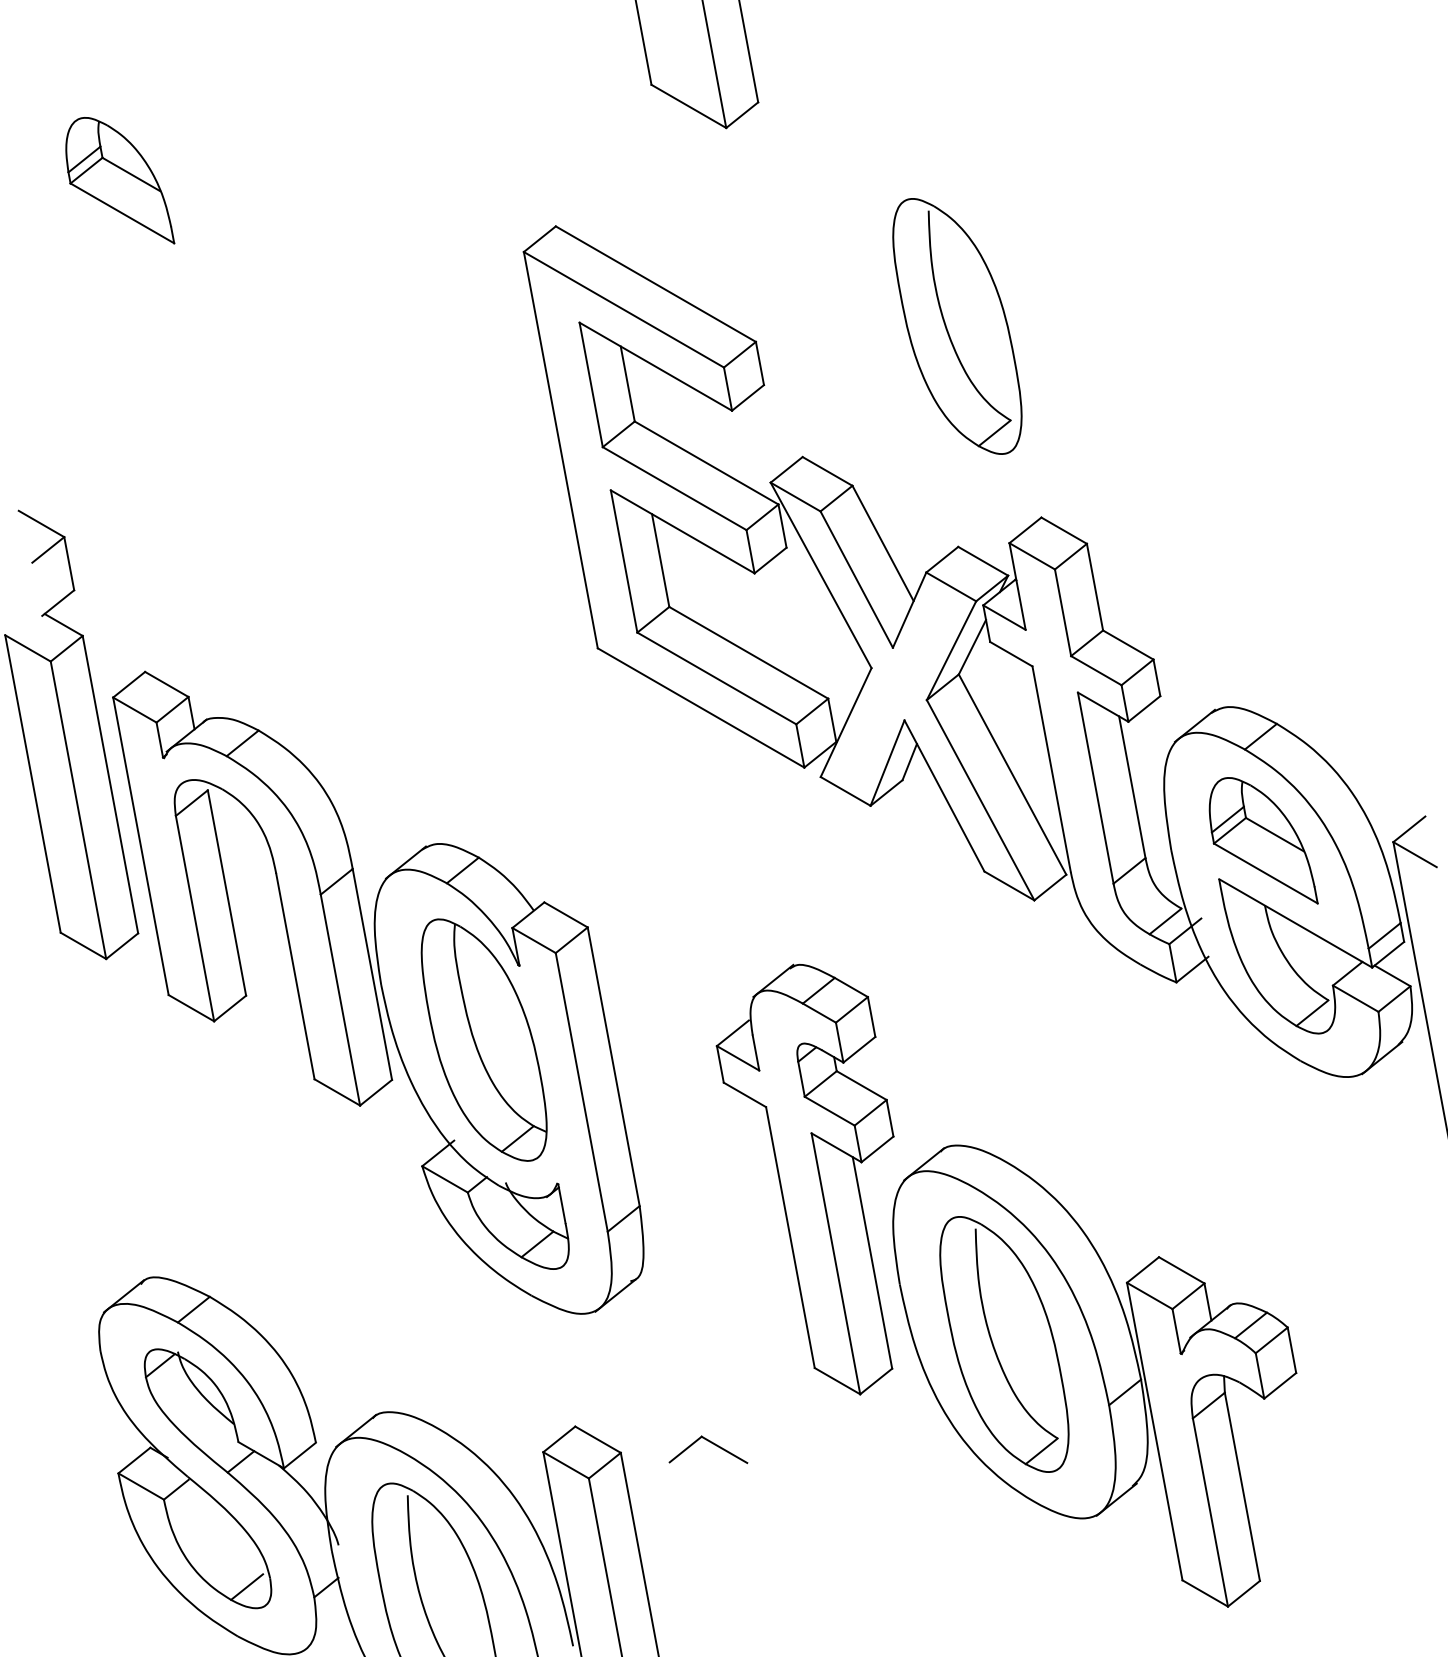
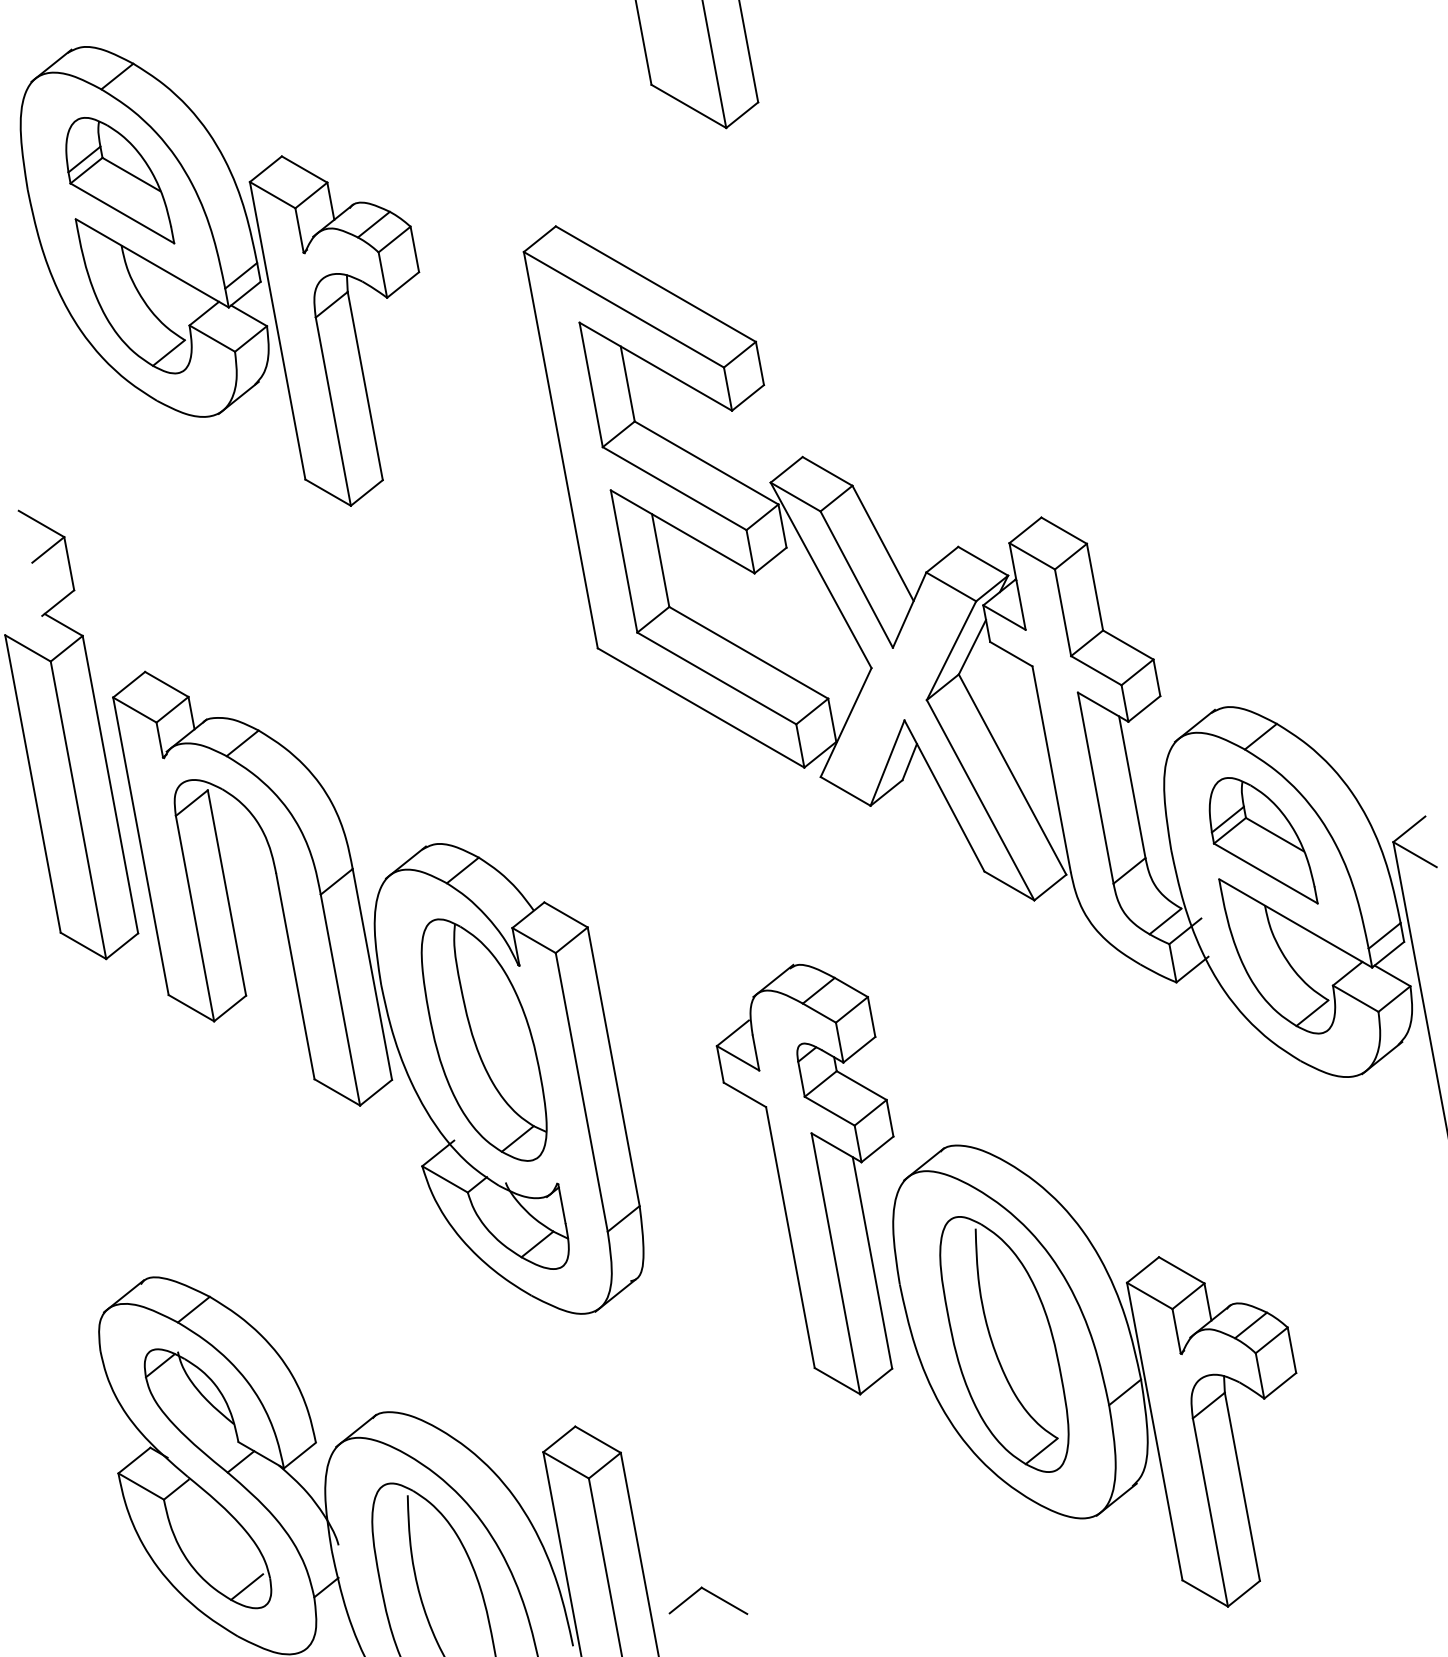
part at (219, 276): none -> present
part at (957, 326): present -> none
part at (711, 1443) position: (711, 1443) -> (711, 1594)
